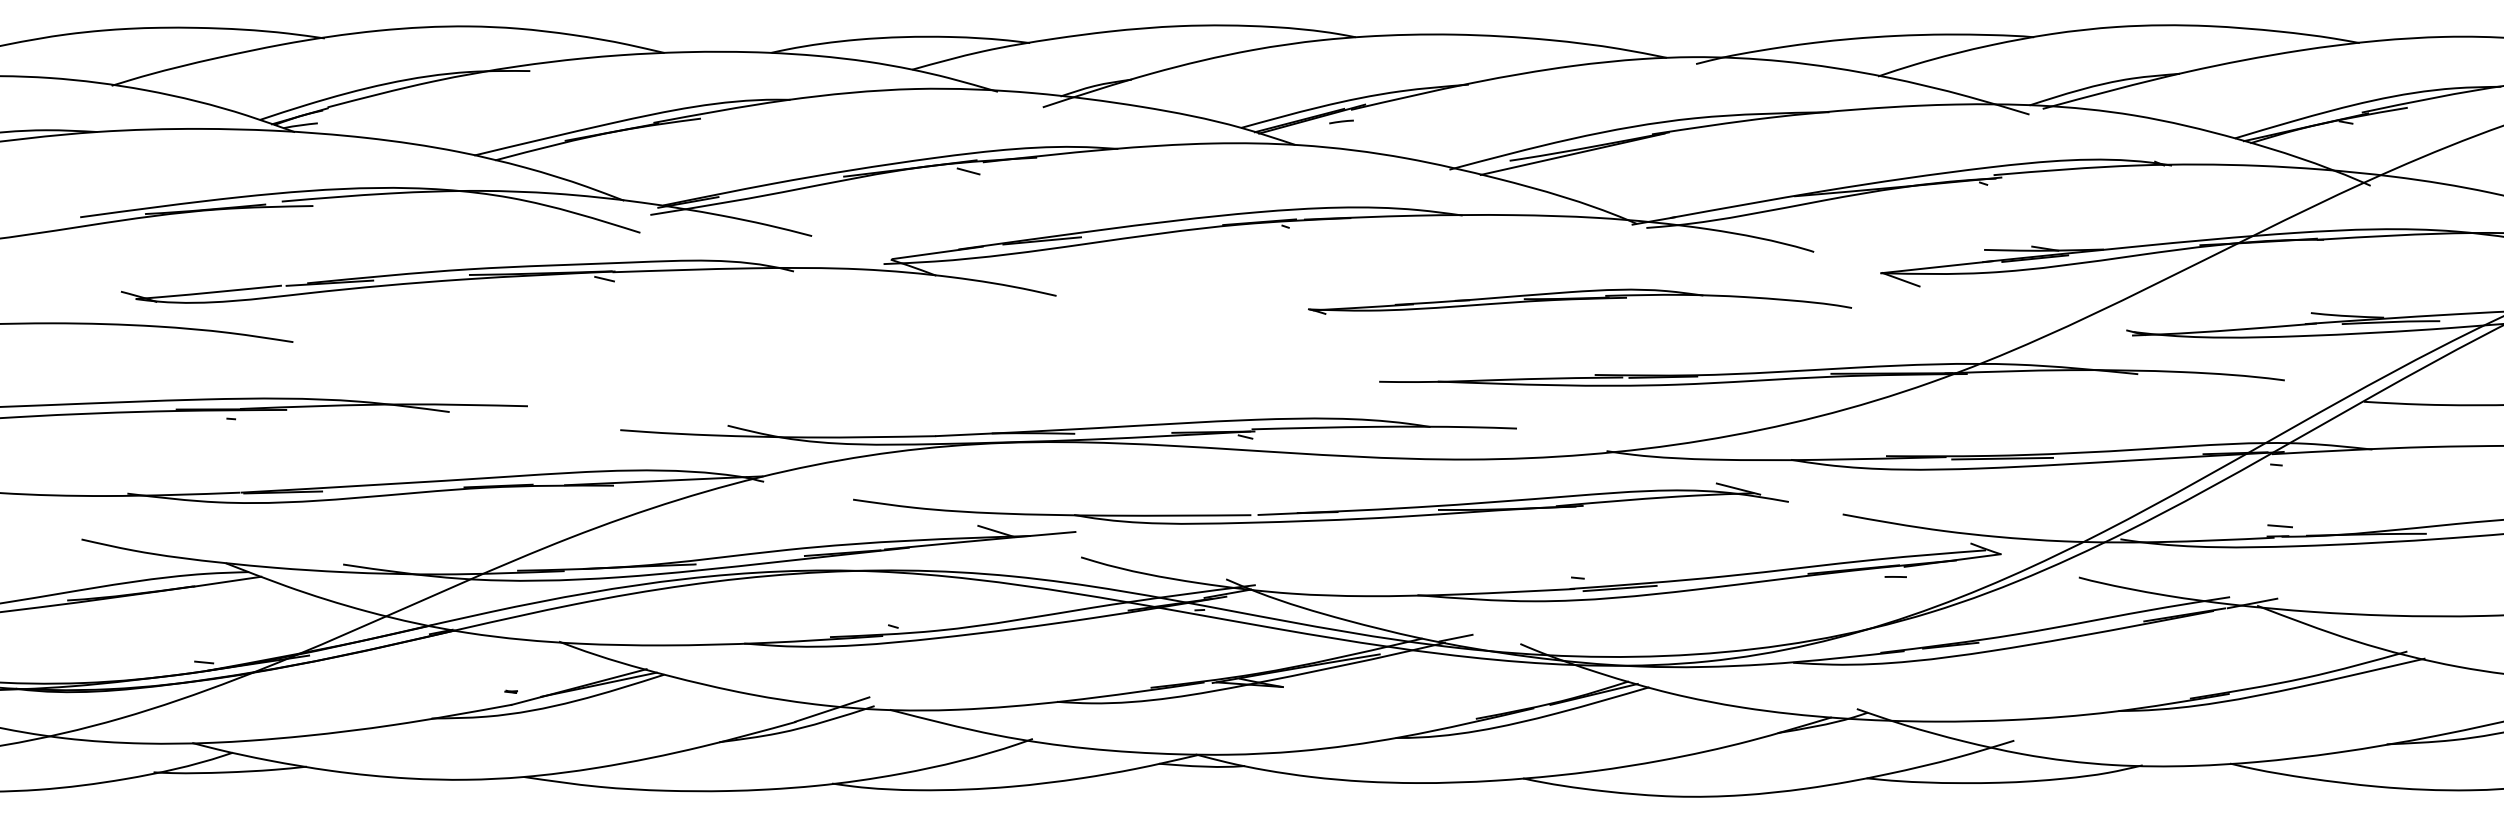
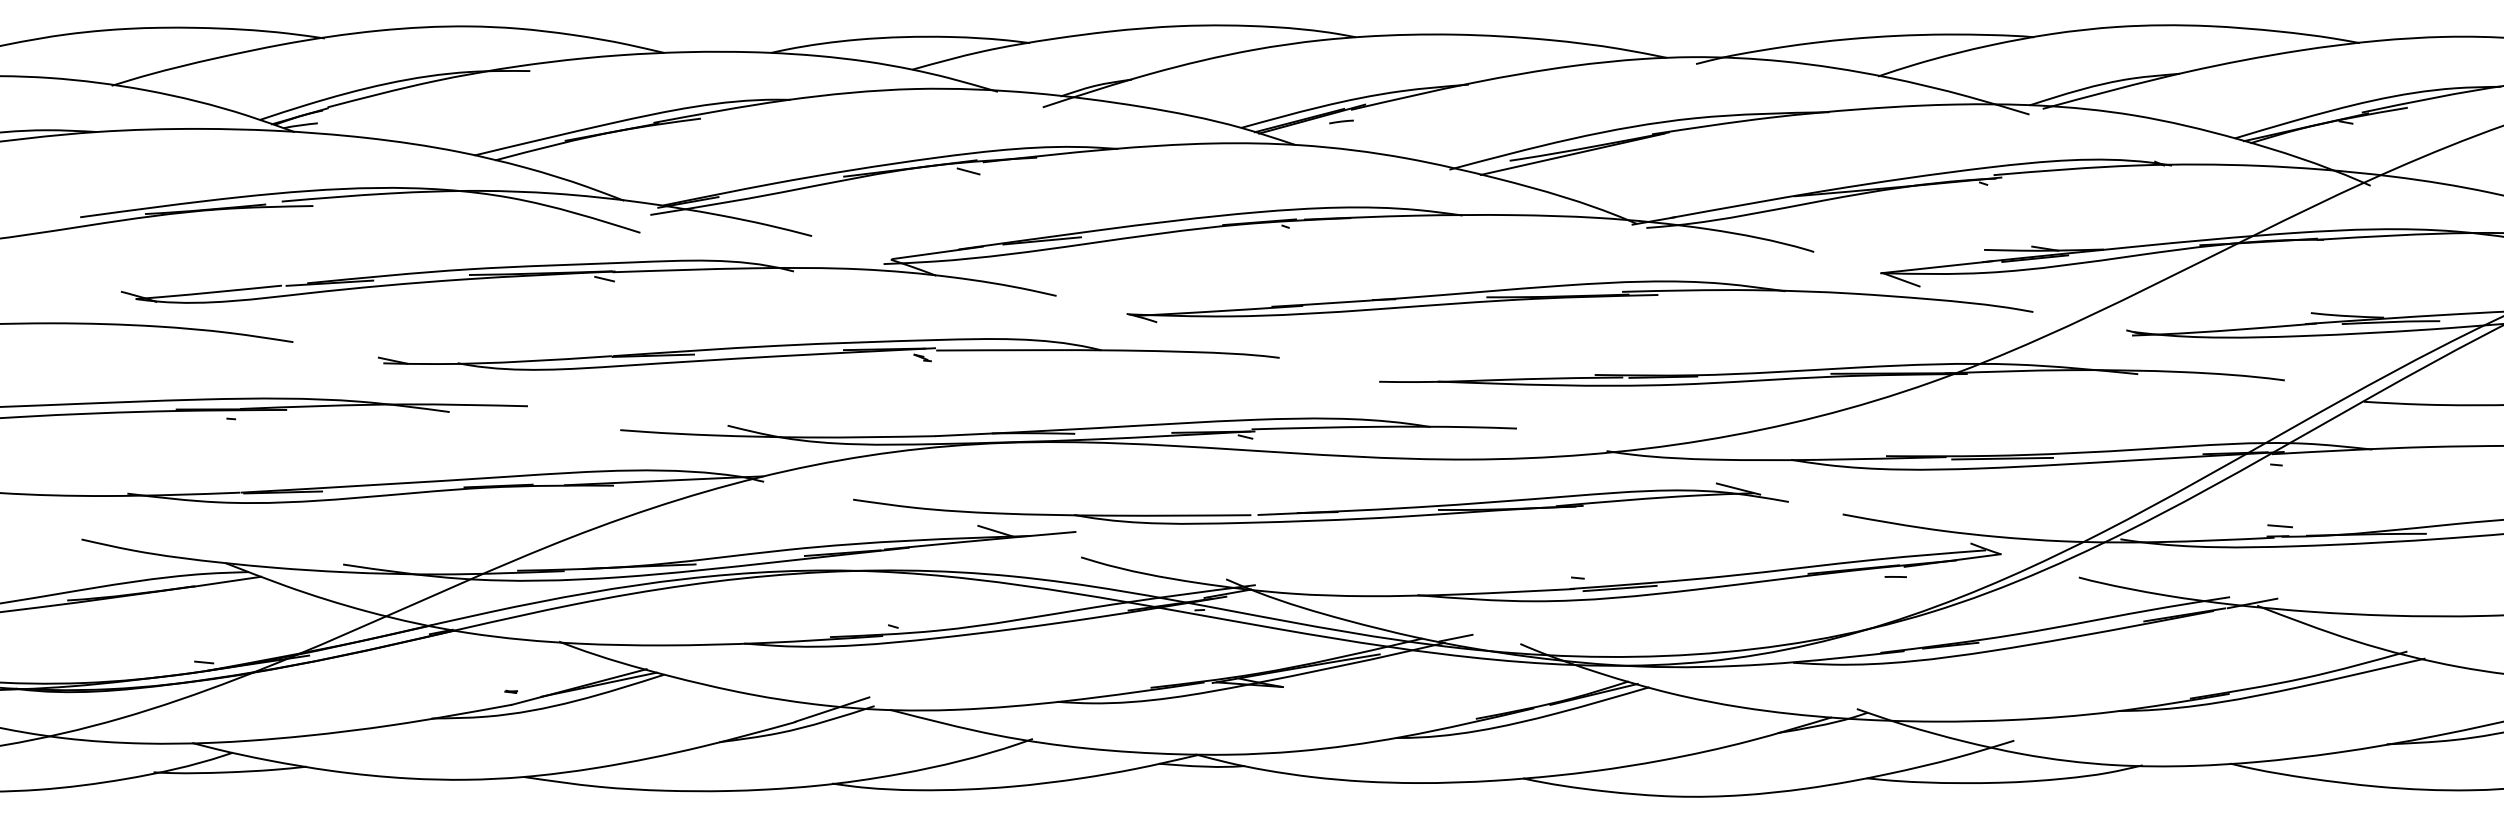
part at (1579, 301) size: 544x27 px -> 908x44 px
part at (828, 354): none -> present
